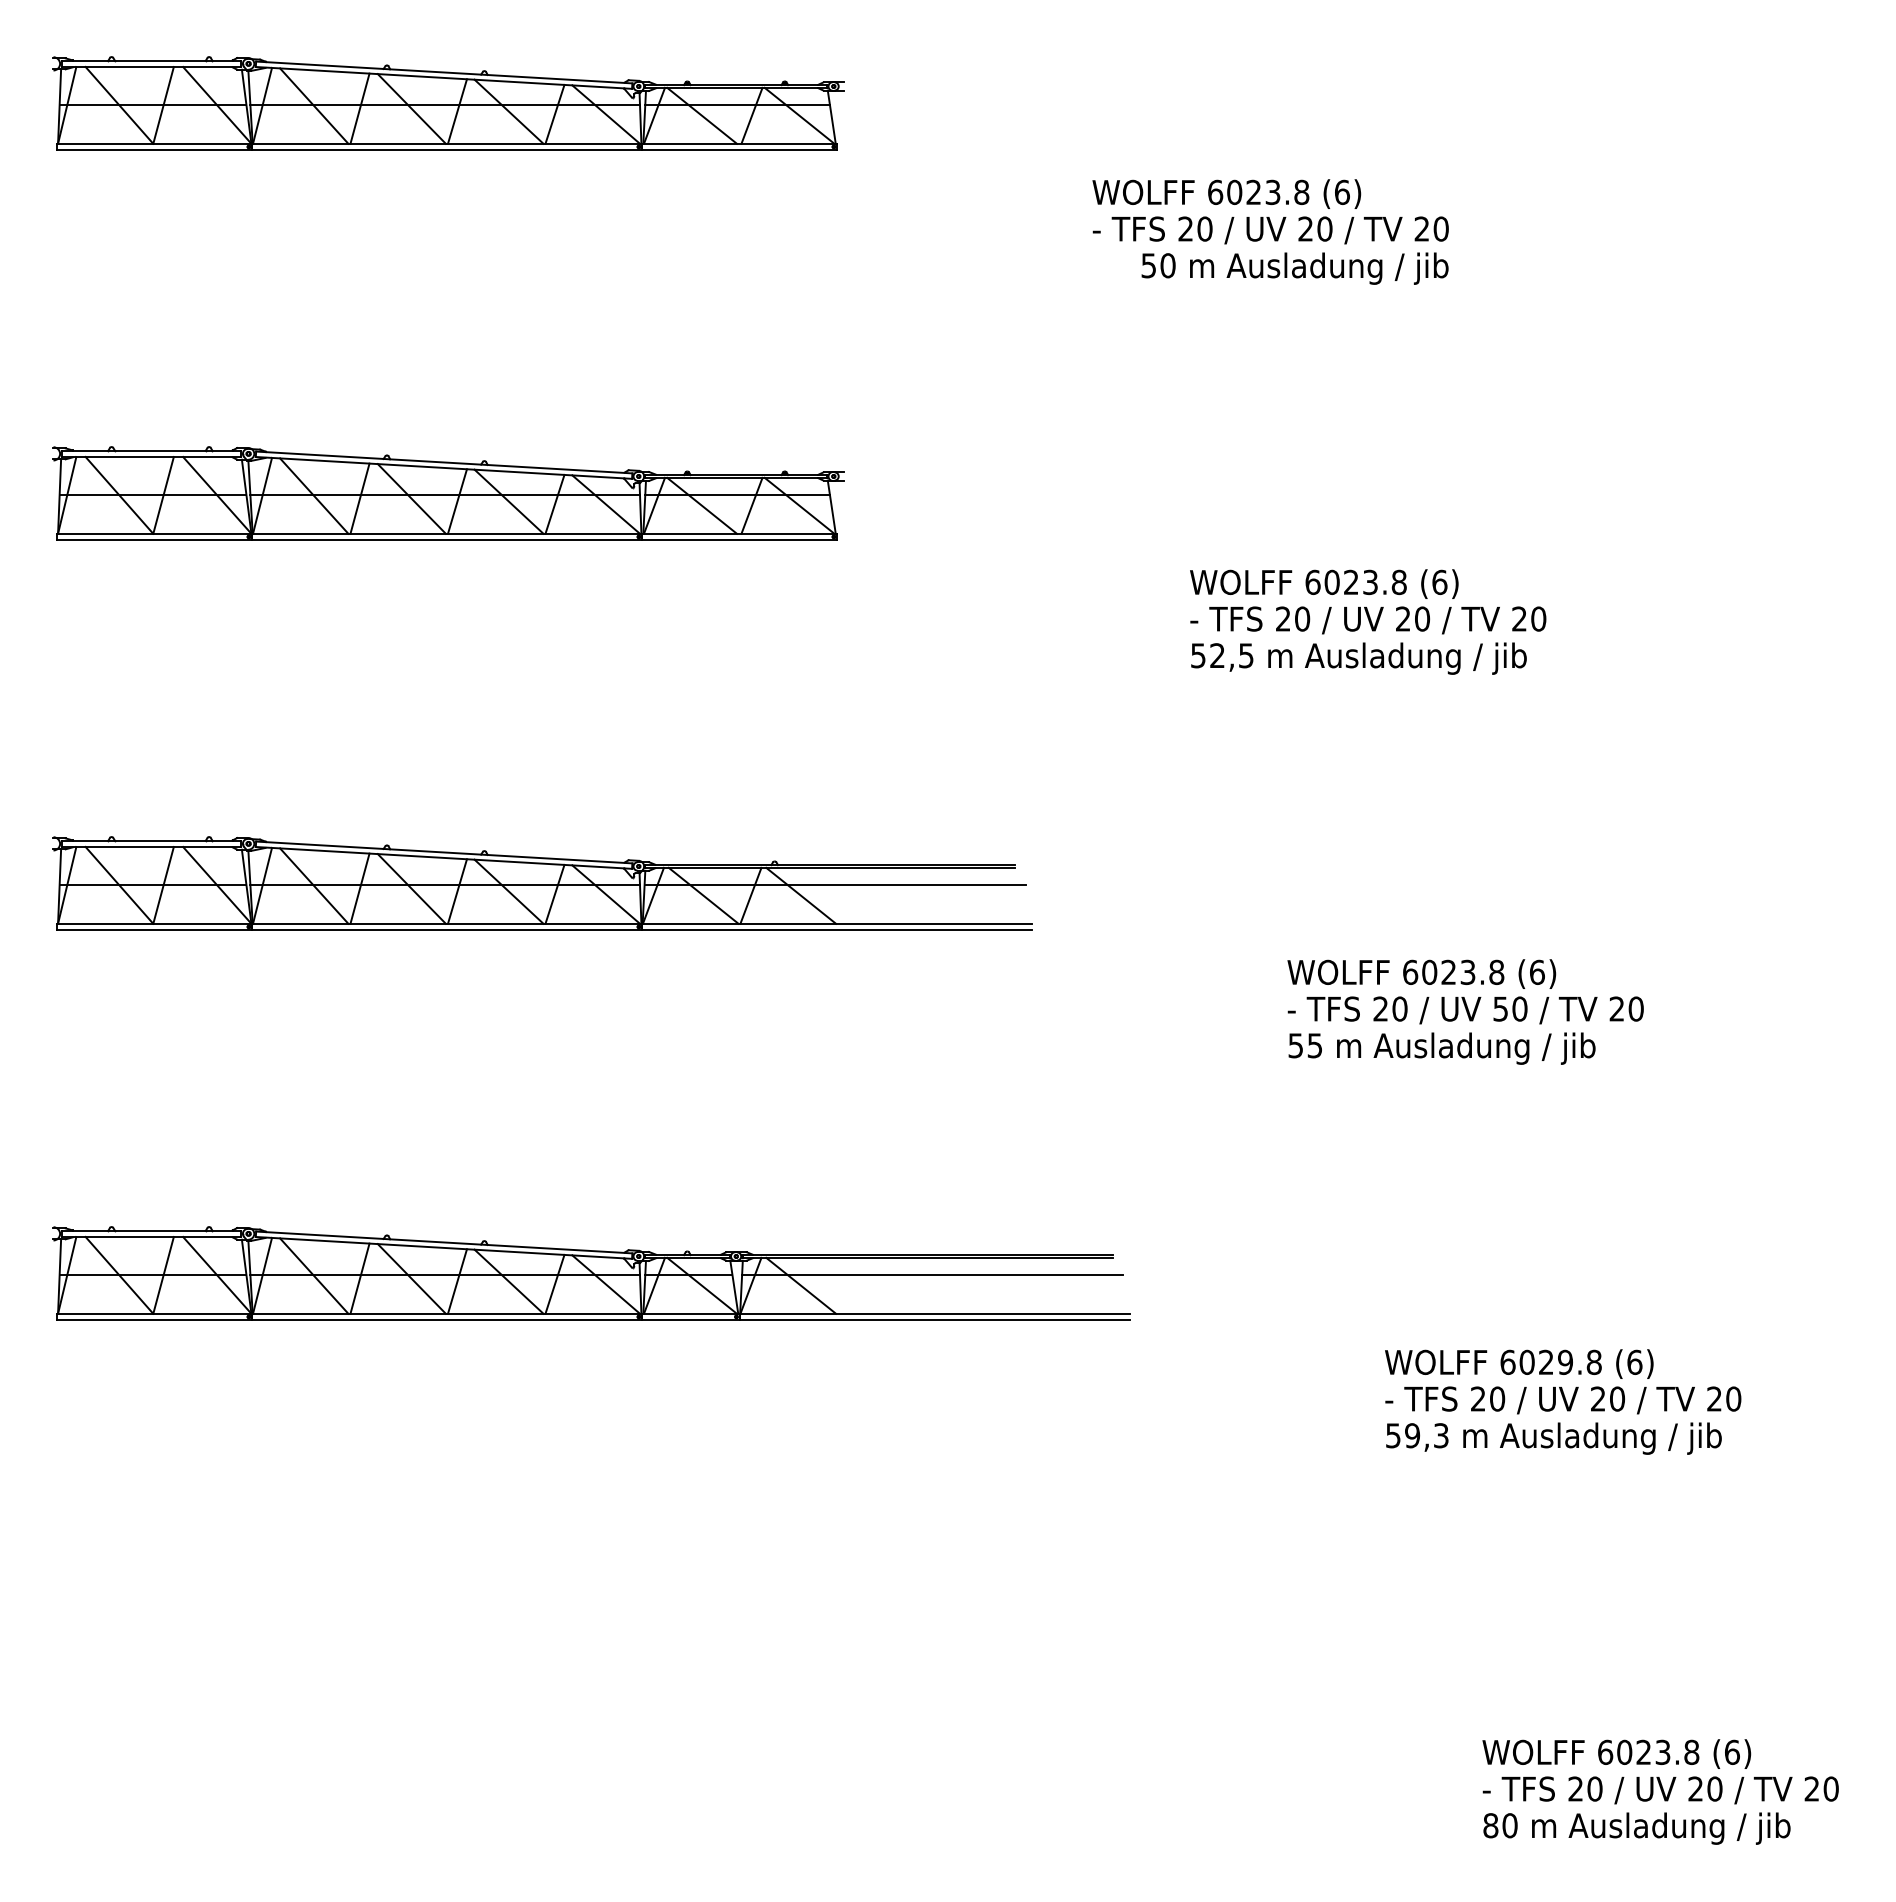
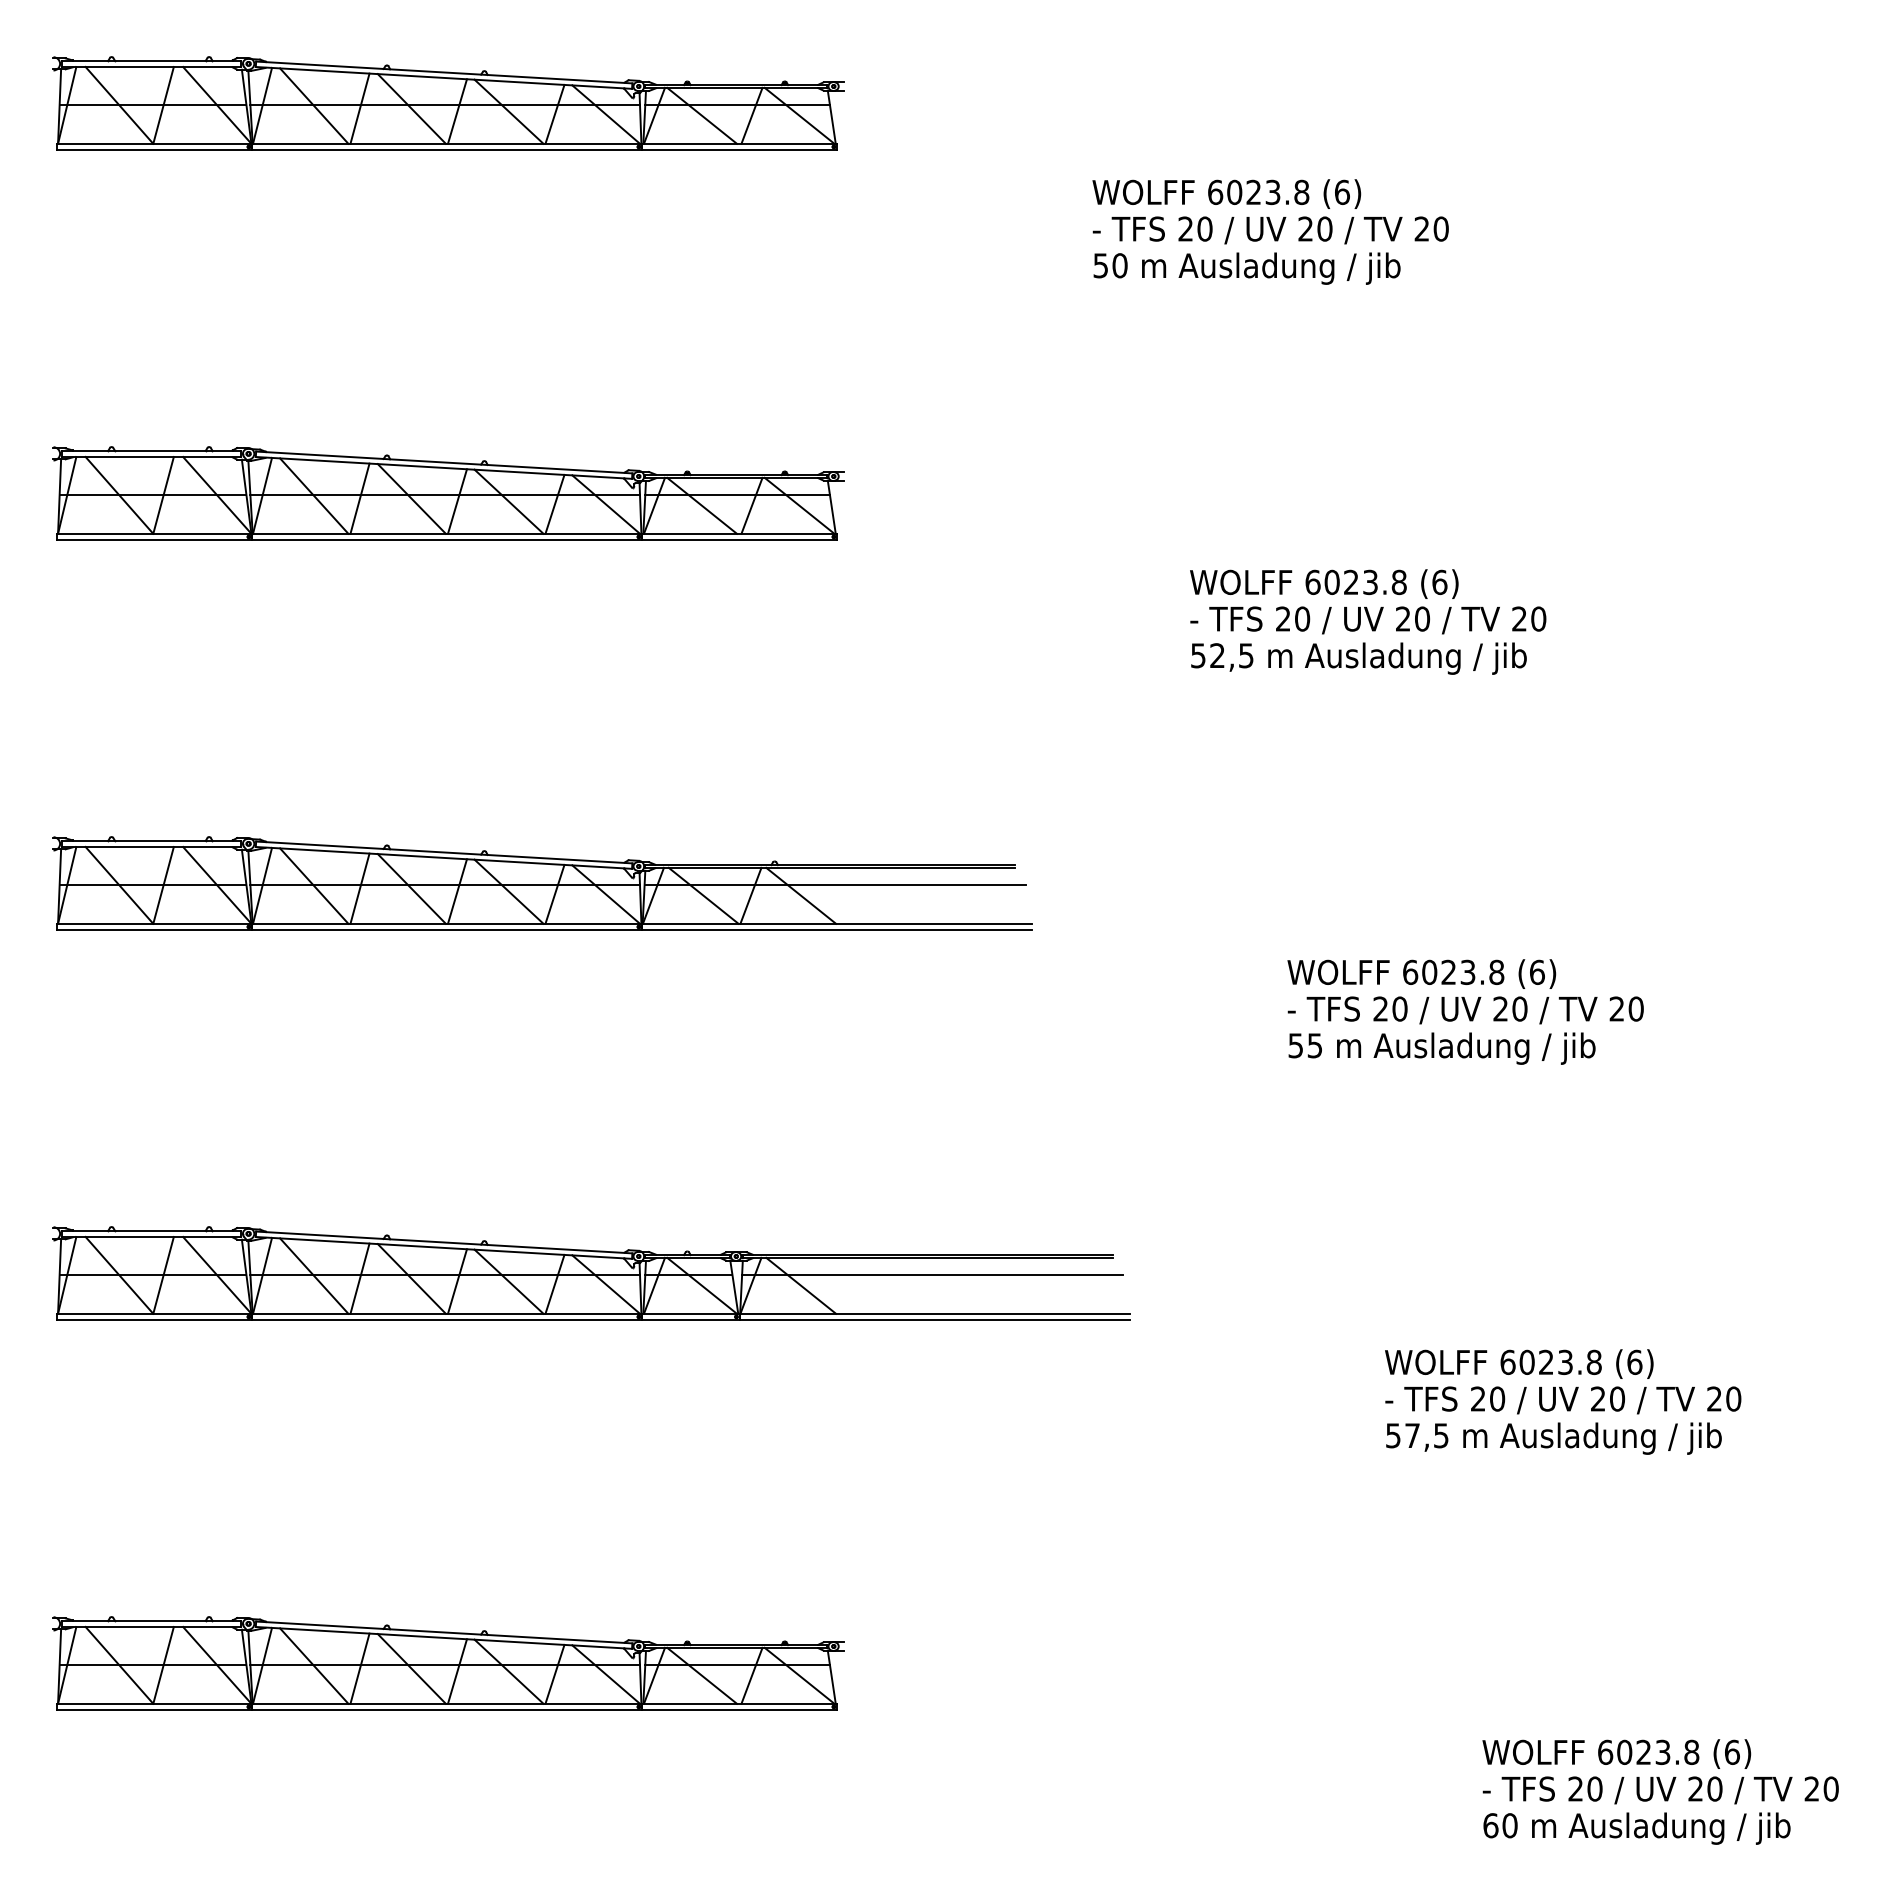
text at (1294, 268) position: (1294, 268) -> (1246, 268)
text at (1500, 1008): 50 -> 20
text at (1565, 1361): 6029.8 -> 6023.8
text at (1426, 1435): 59,3 -> 57,5
part at (448, 1663): none -> present
text at (1490, 1825): 80 -> 60
